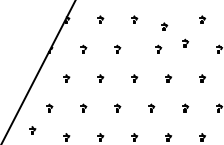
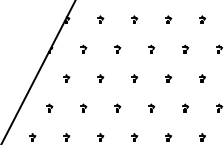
part at (164, 26) position: (164, 26) -> (168, 19)
part at (185, 42) position: (185, 42) -> (185, 48)
part at (158, 48) position: (158, 48) -> (151, 48)
part at (32, 130) position: (32, 130) -> (32, 137)
